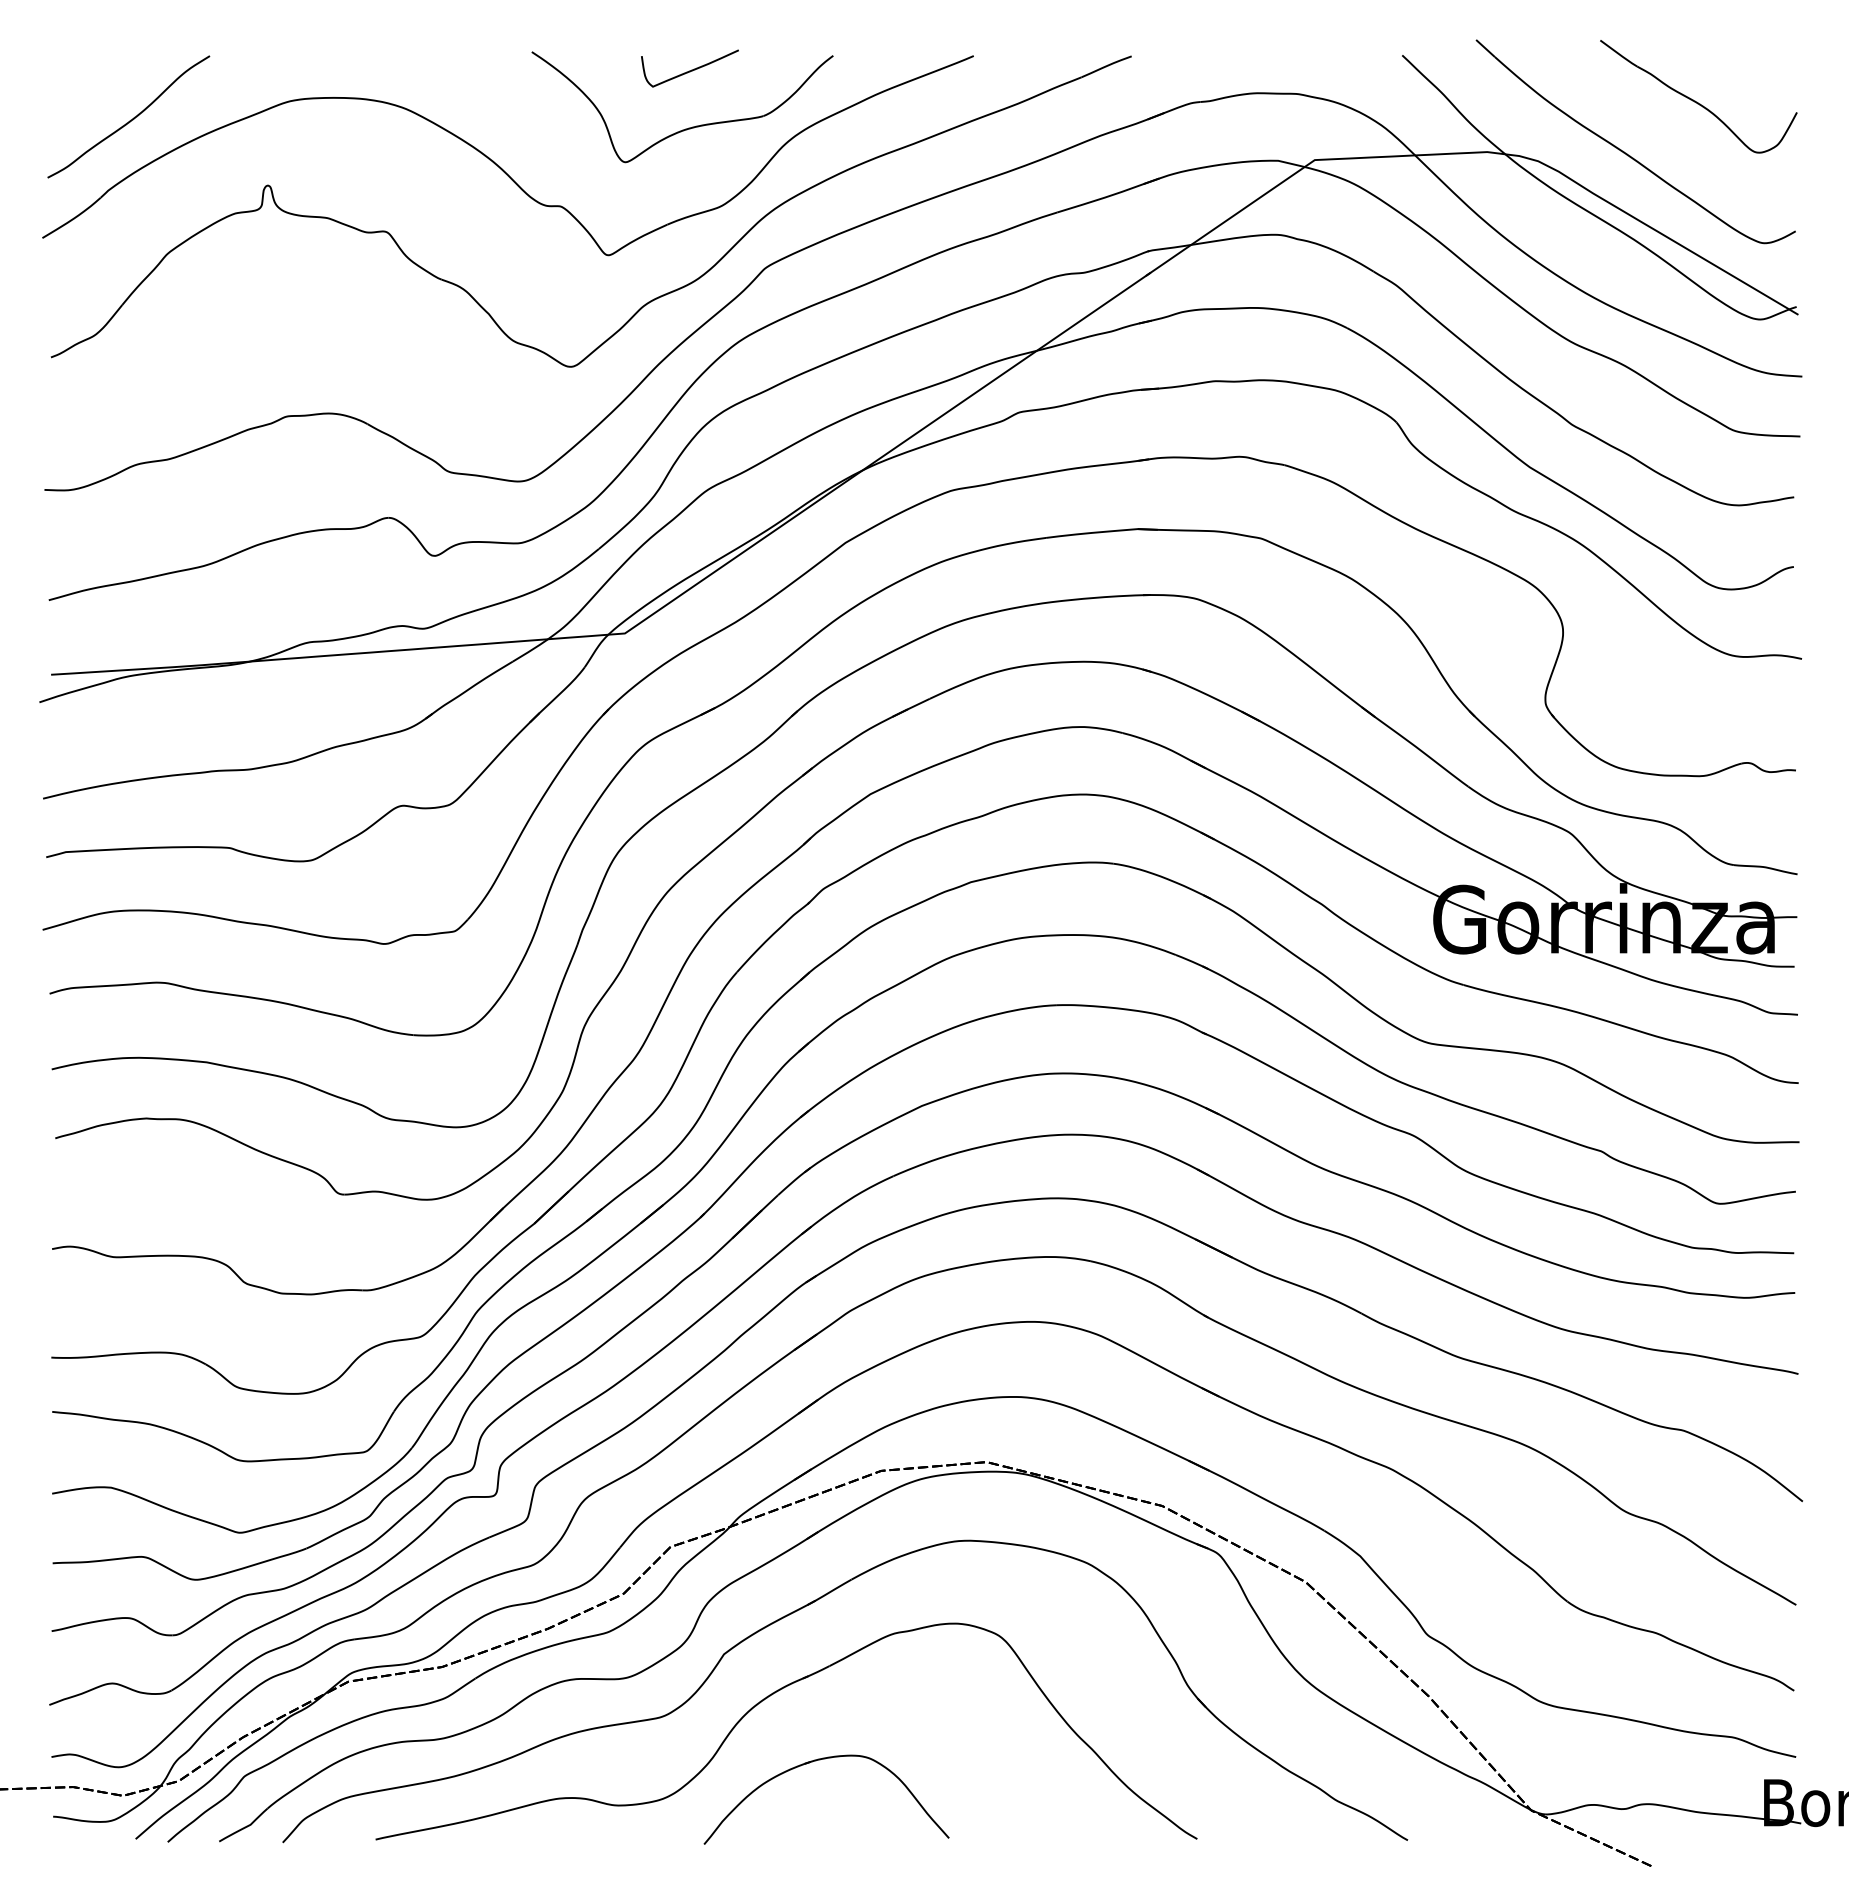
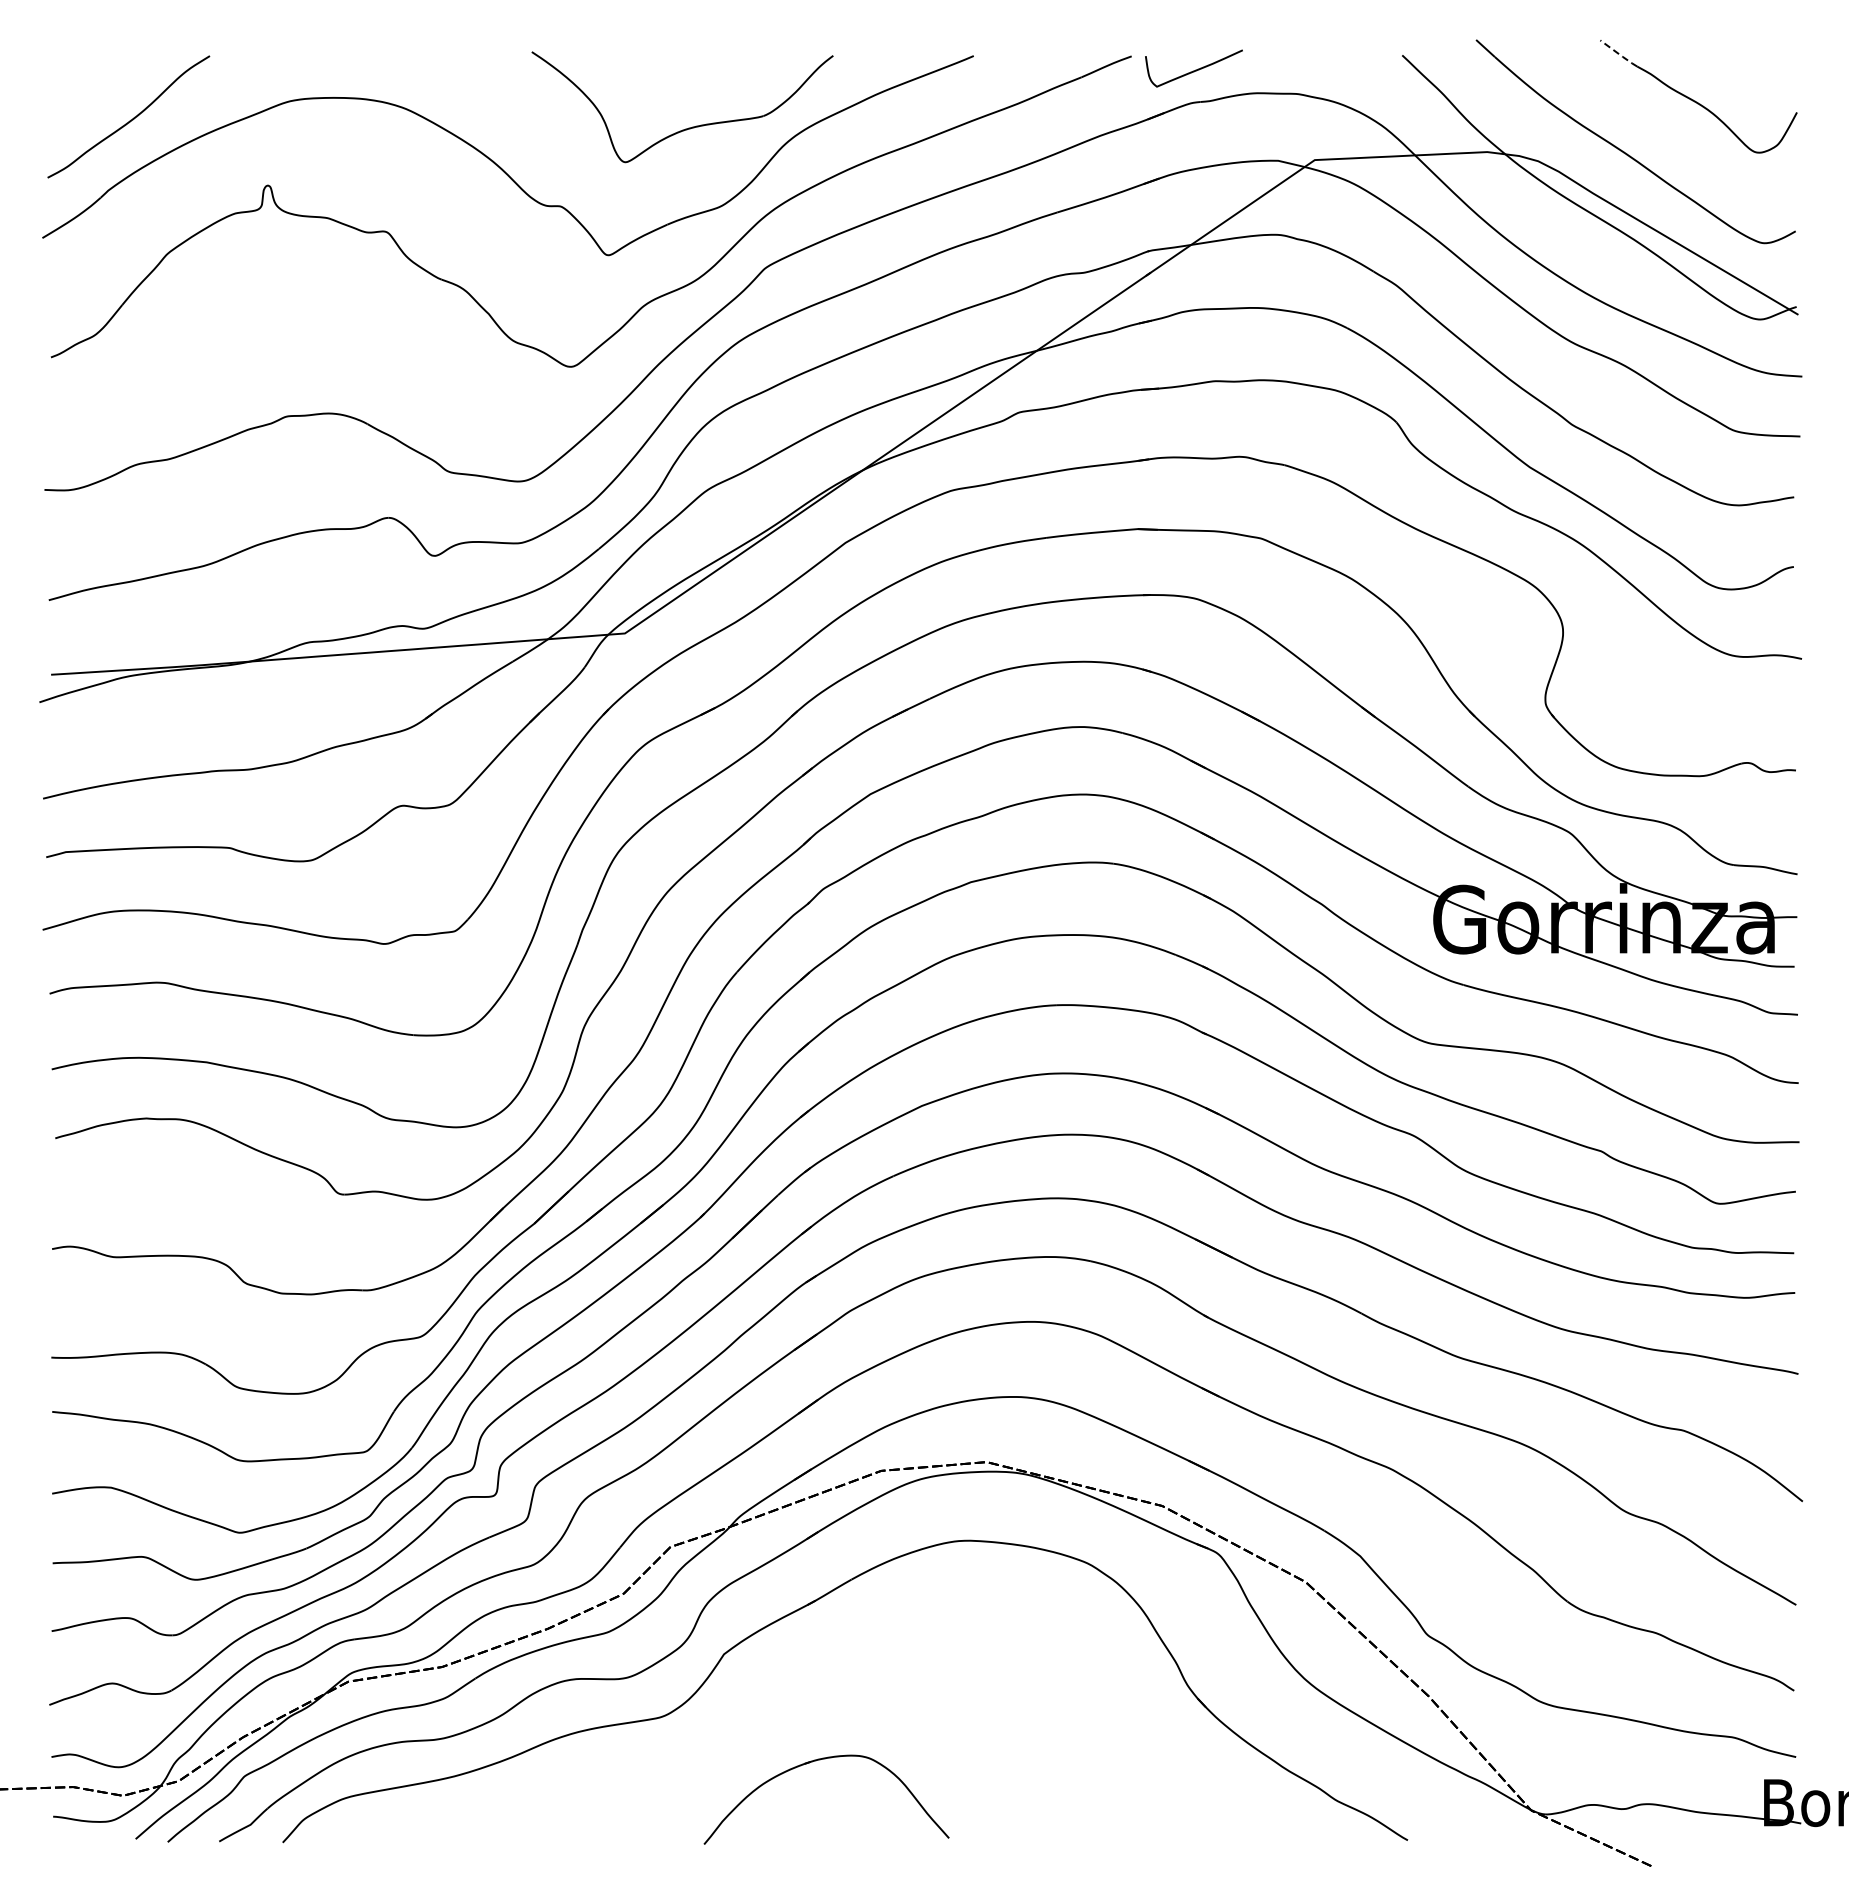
line at (1619, 54): solid -> dashed
curve at (689, 70) position: (689, 70) -> (1193, 70)
part at (764, 1700): present -> none
